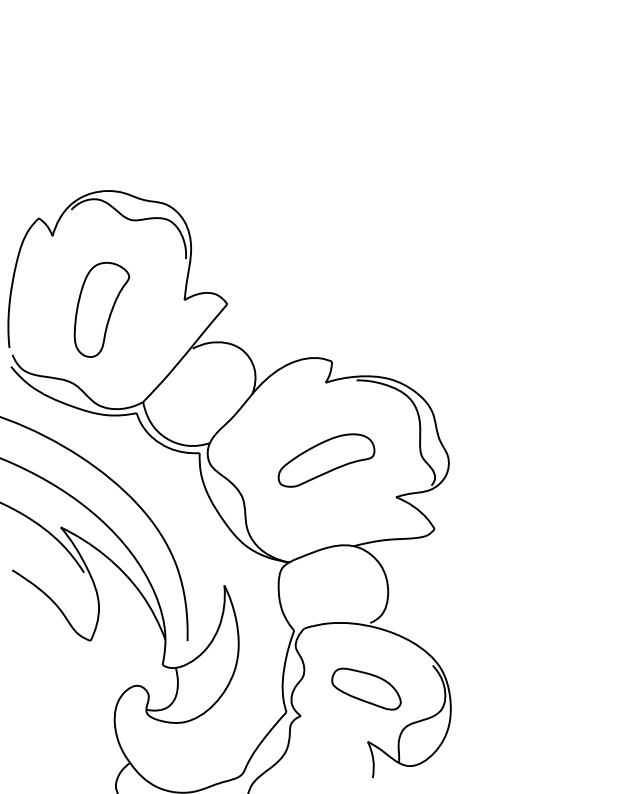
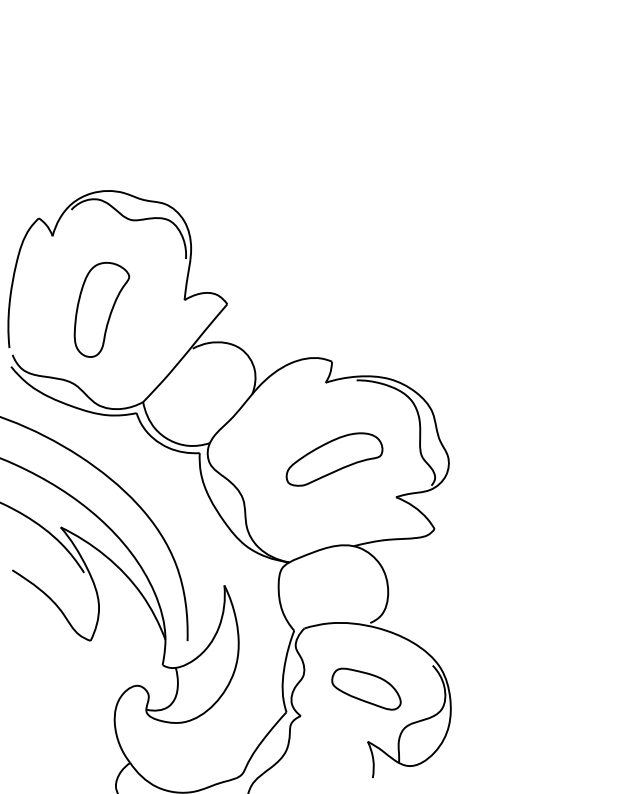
part at (326, 460) position: (326, 460) -> (334, 459)
